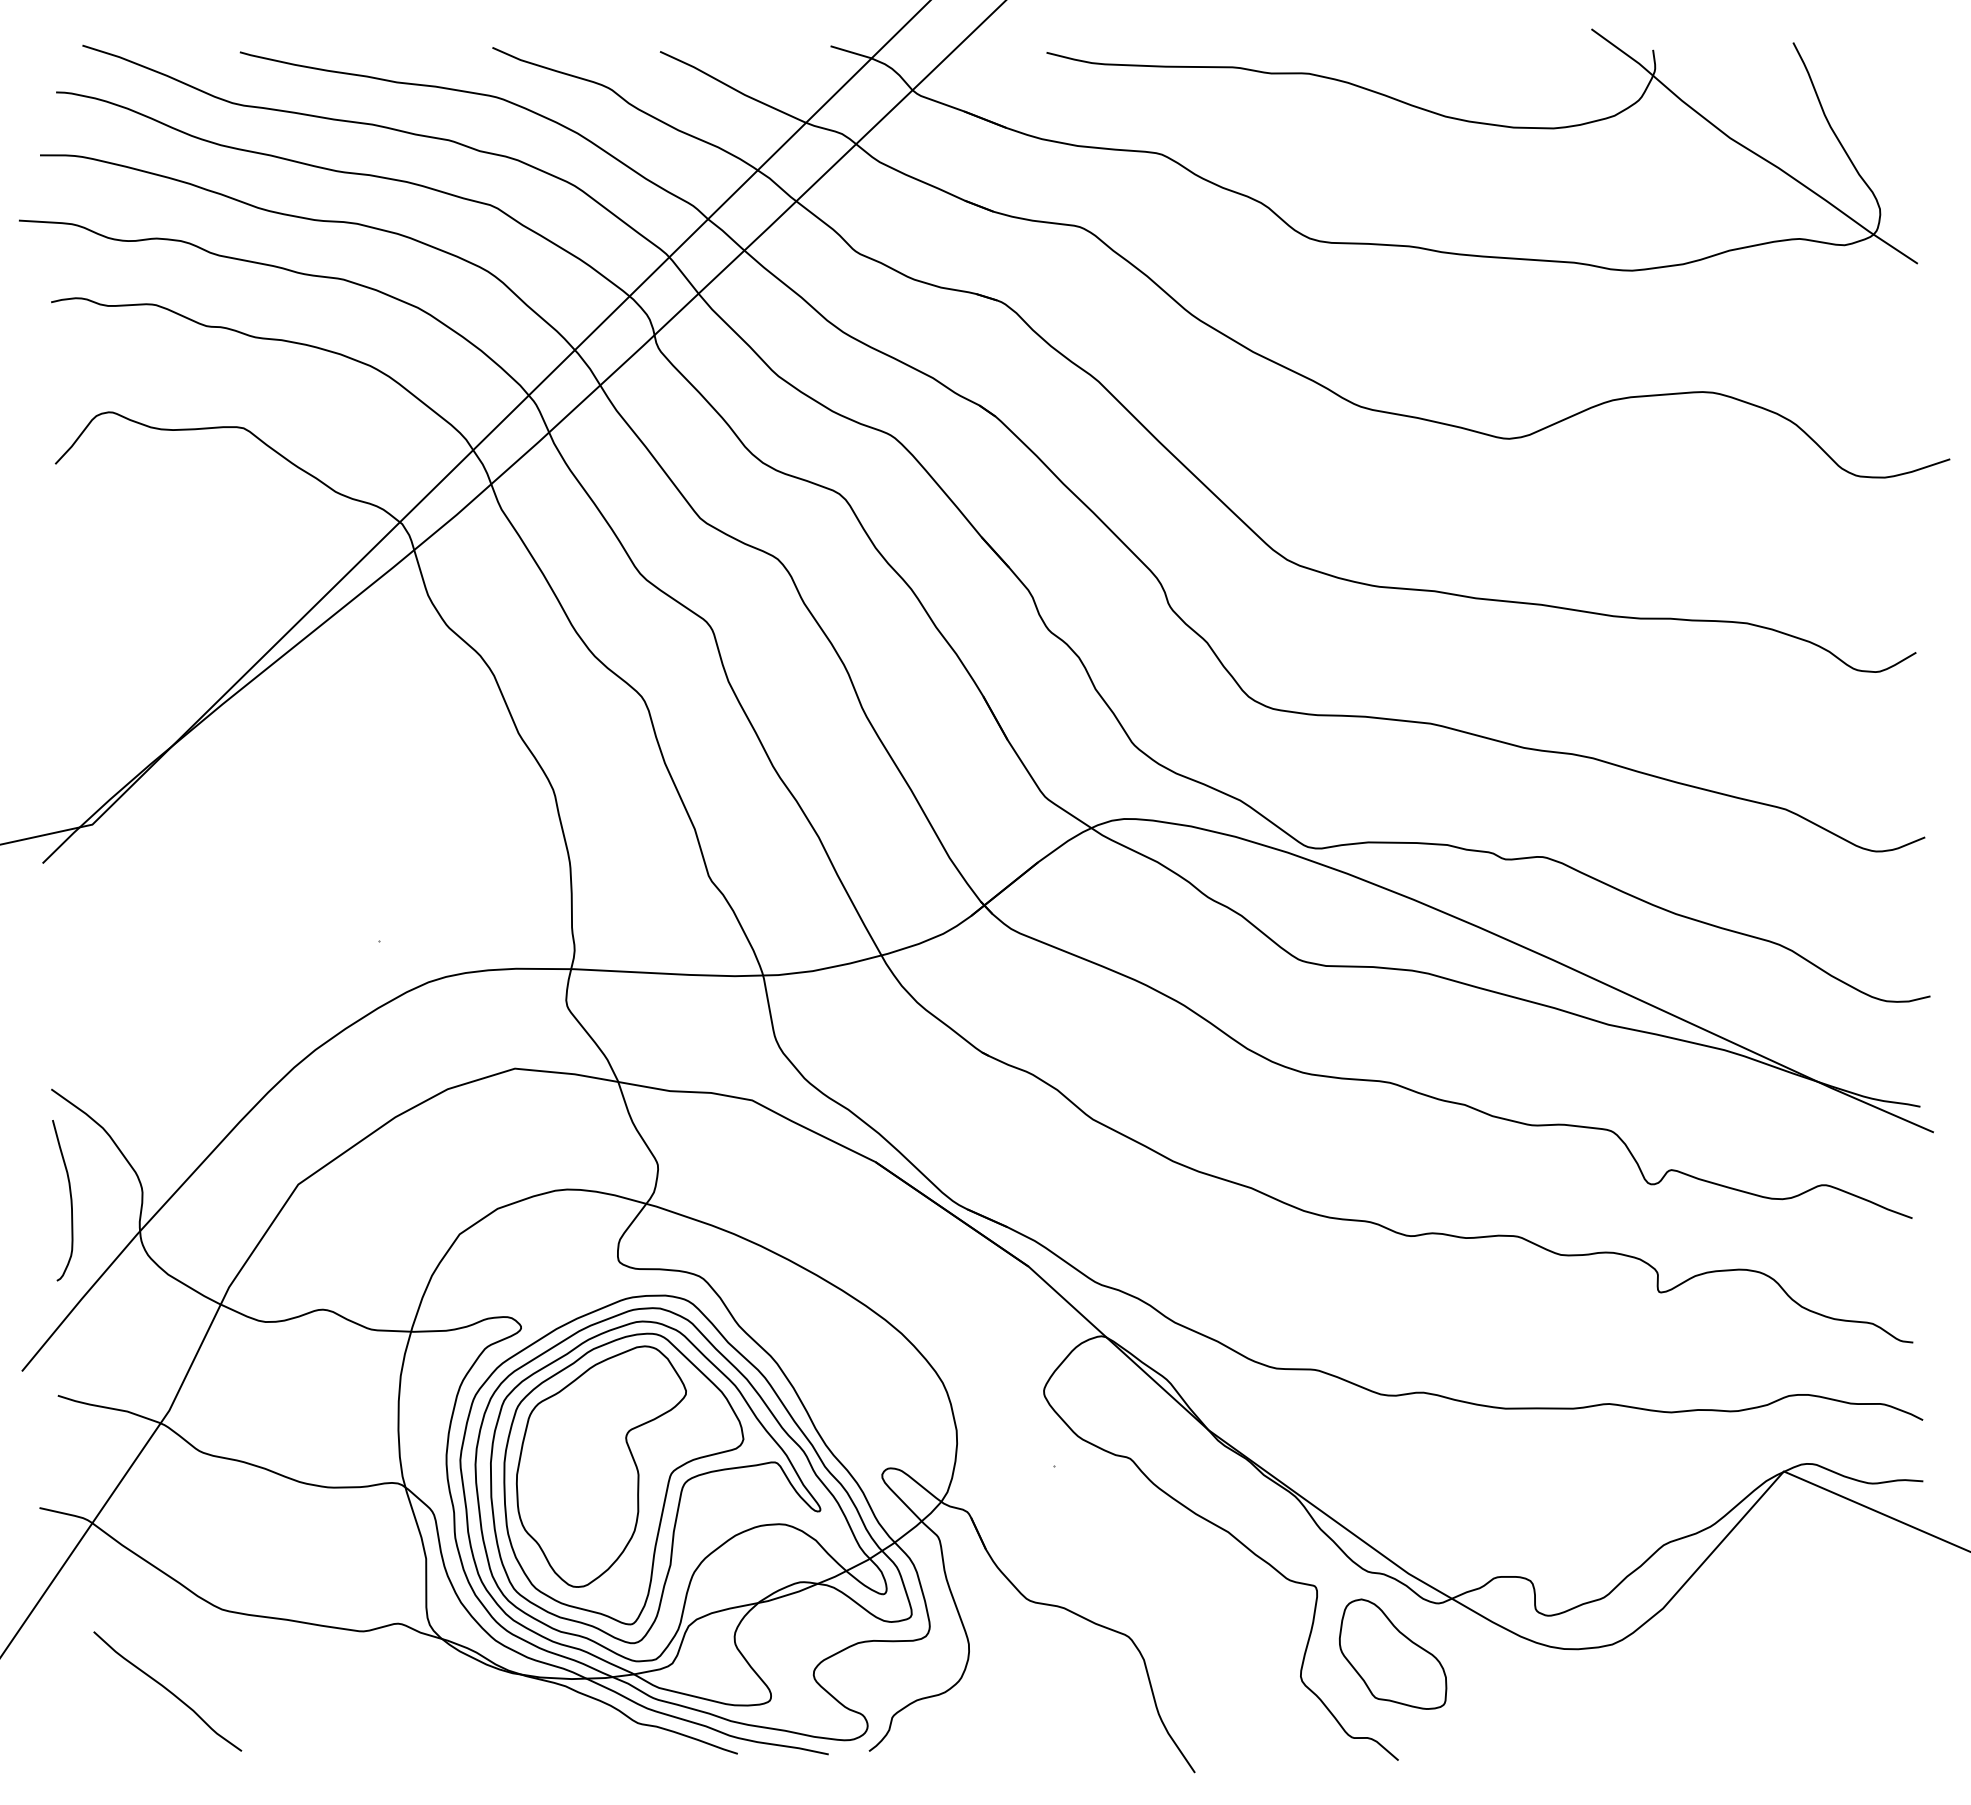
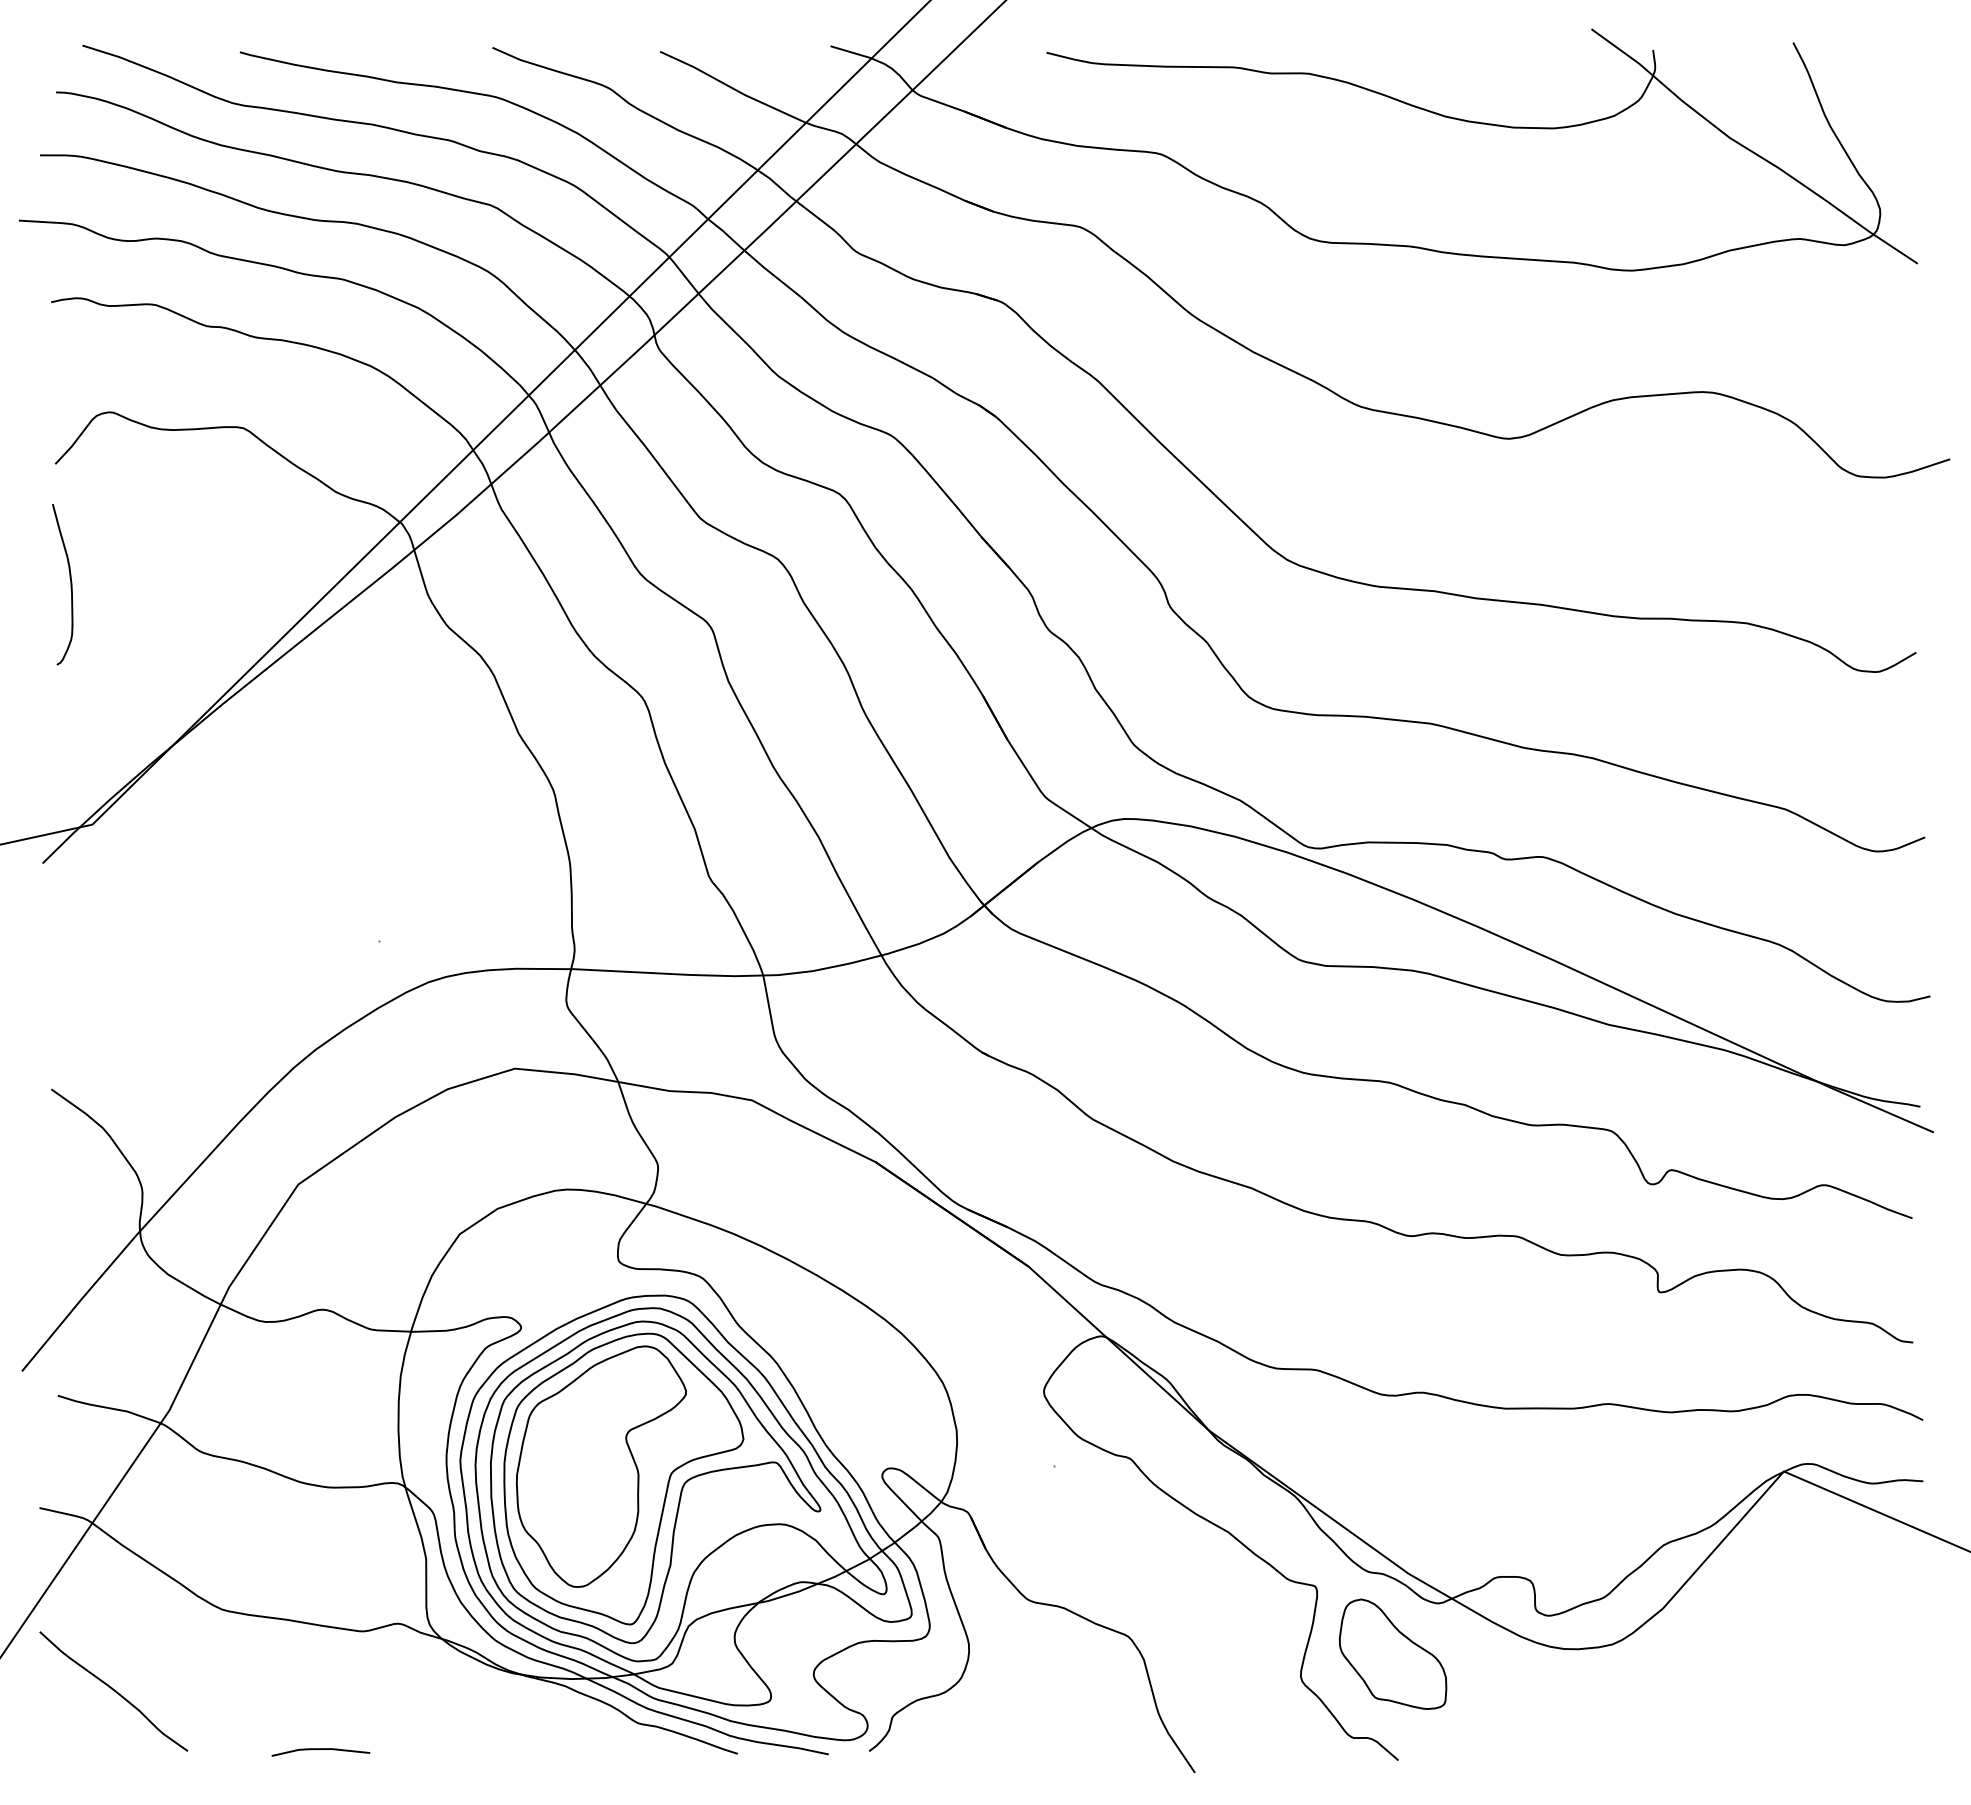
curve at (70, 1200) position: (70, 1200) -> (70, 584)
curve at (167, 1690) position: (167, 1690) -> (113, 1690)
line at (320, 1749): none -> present
